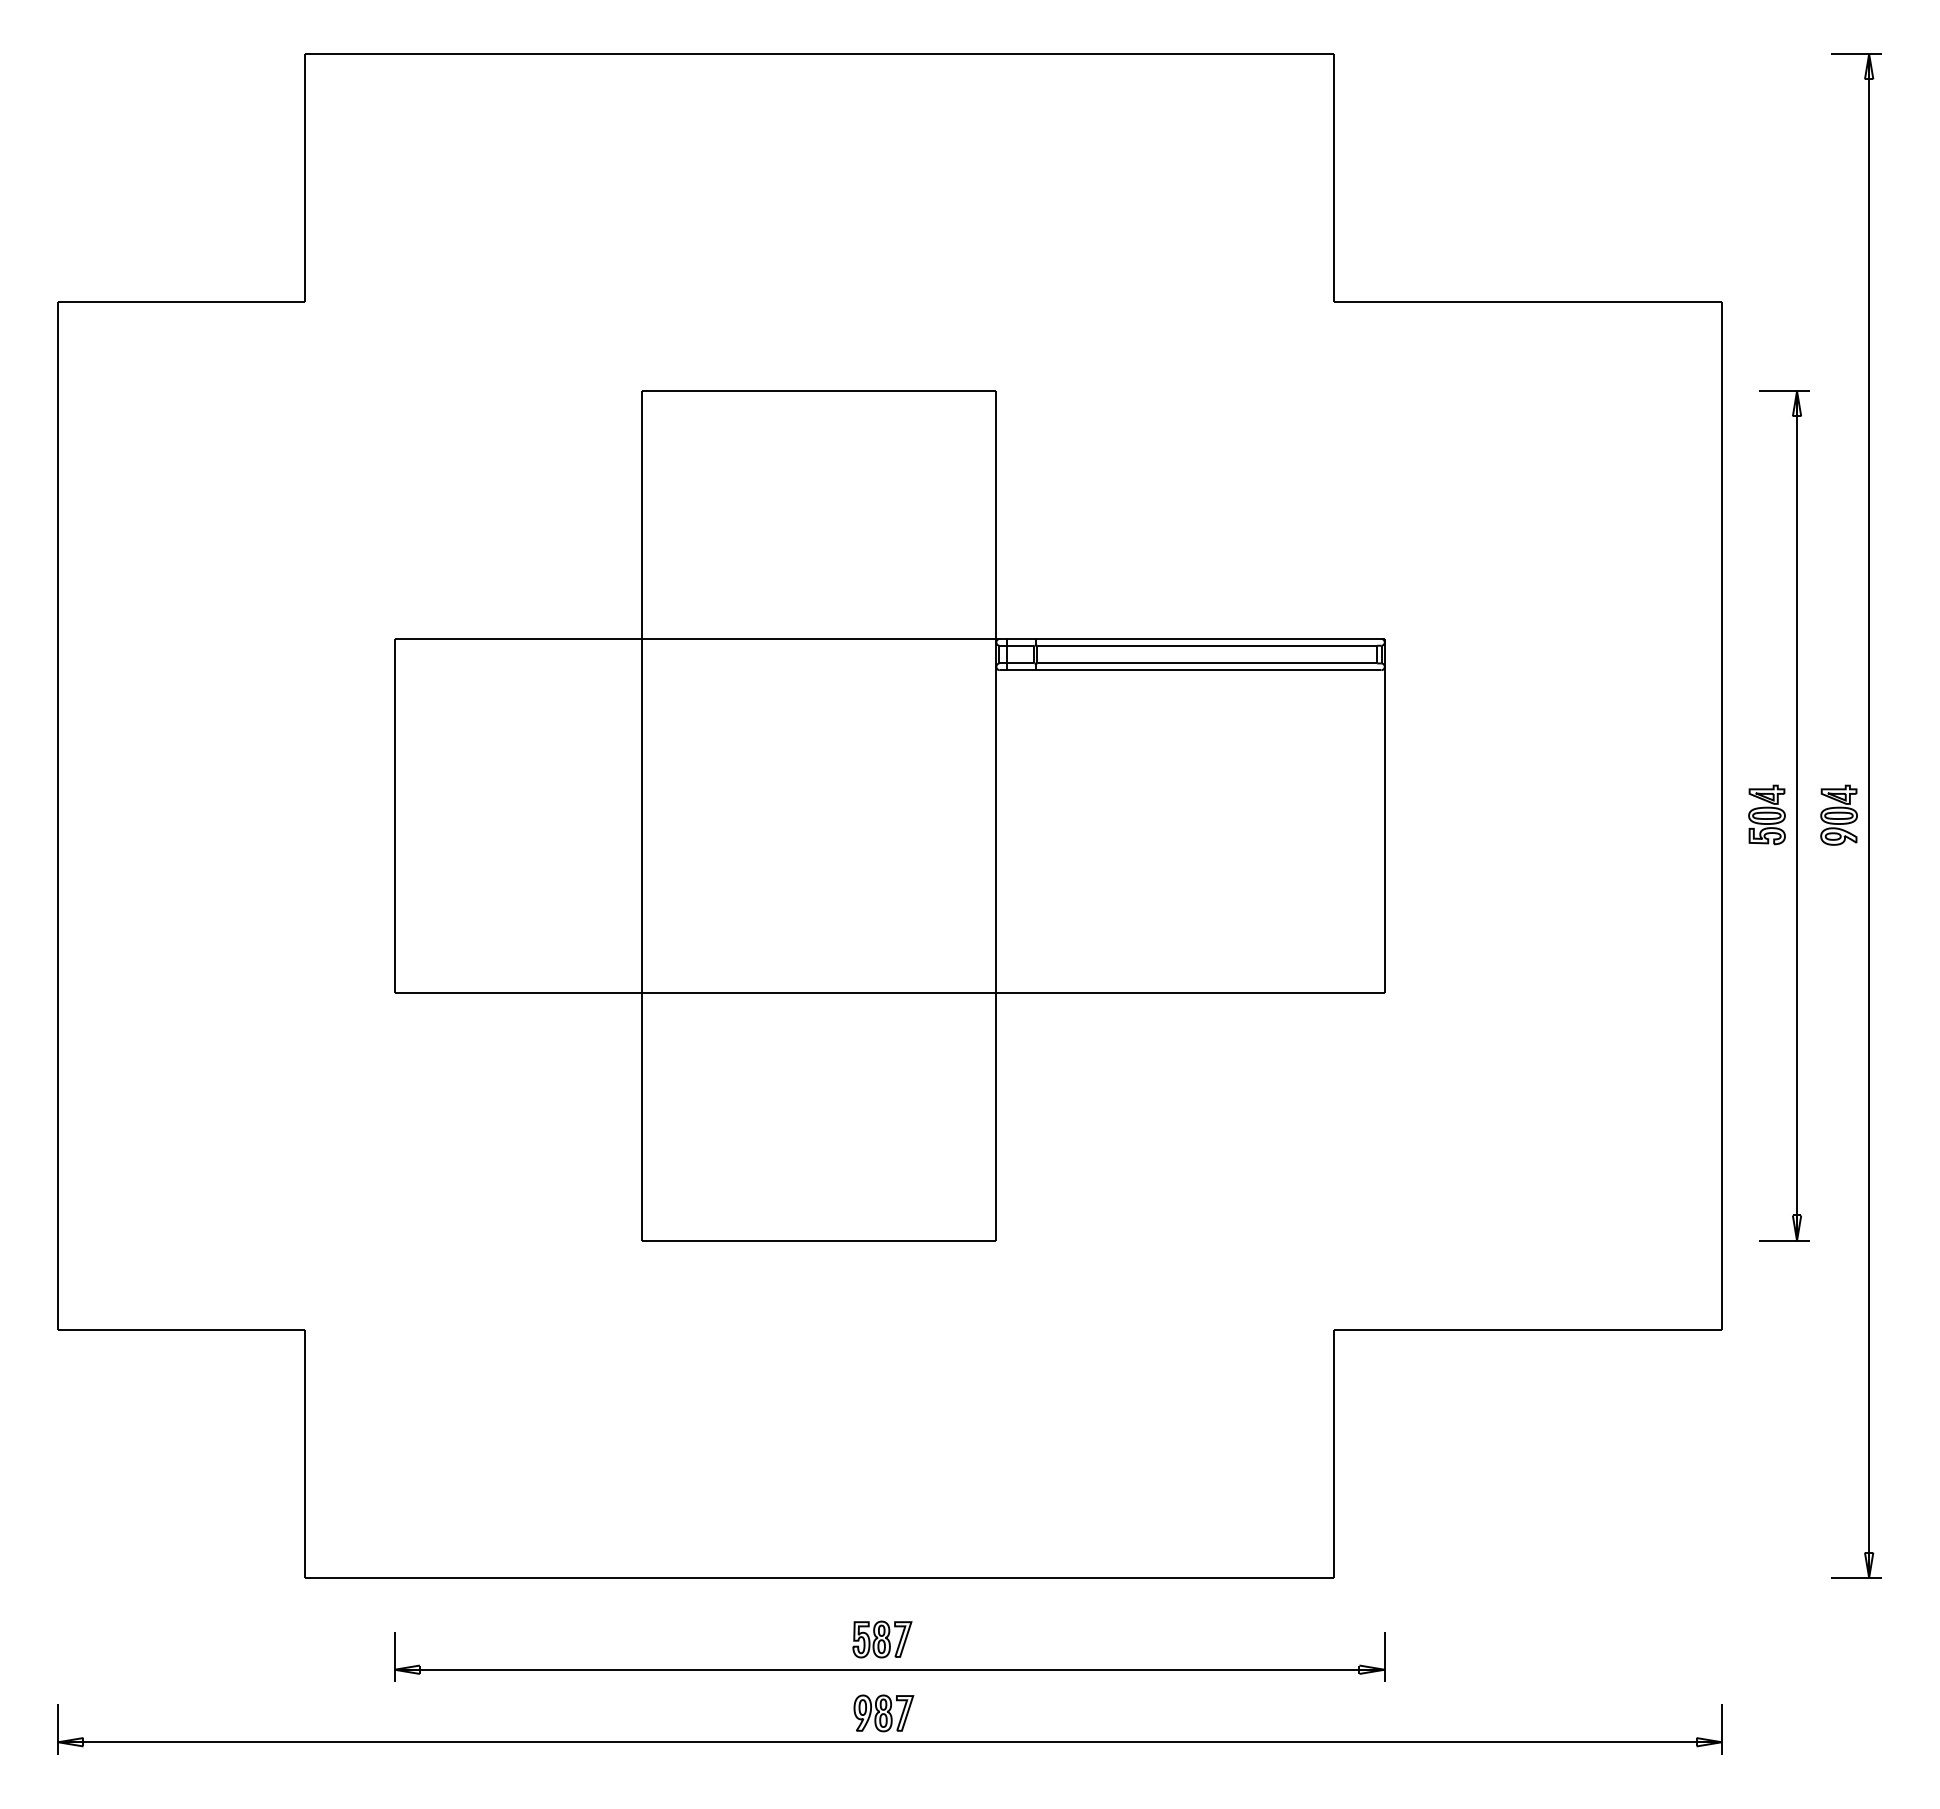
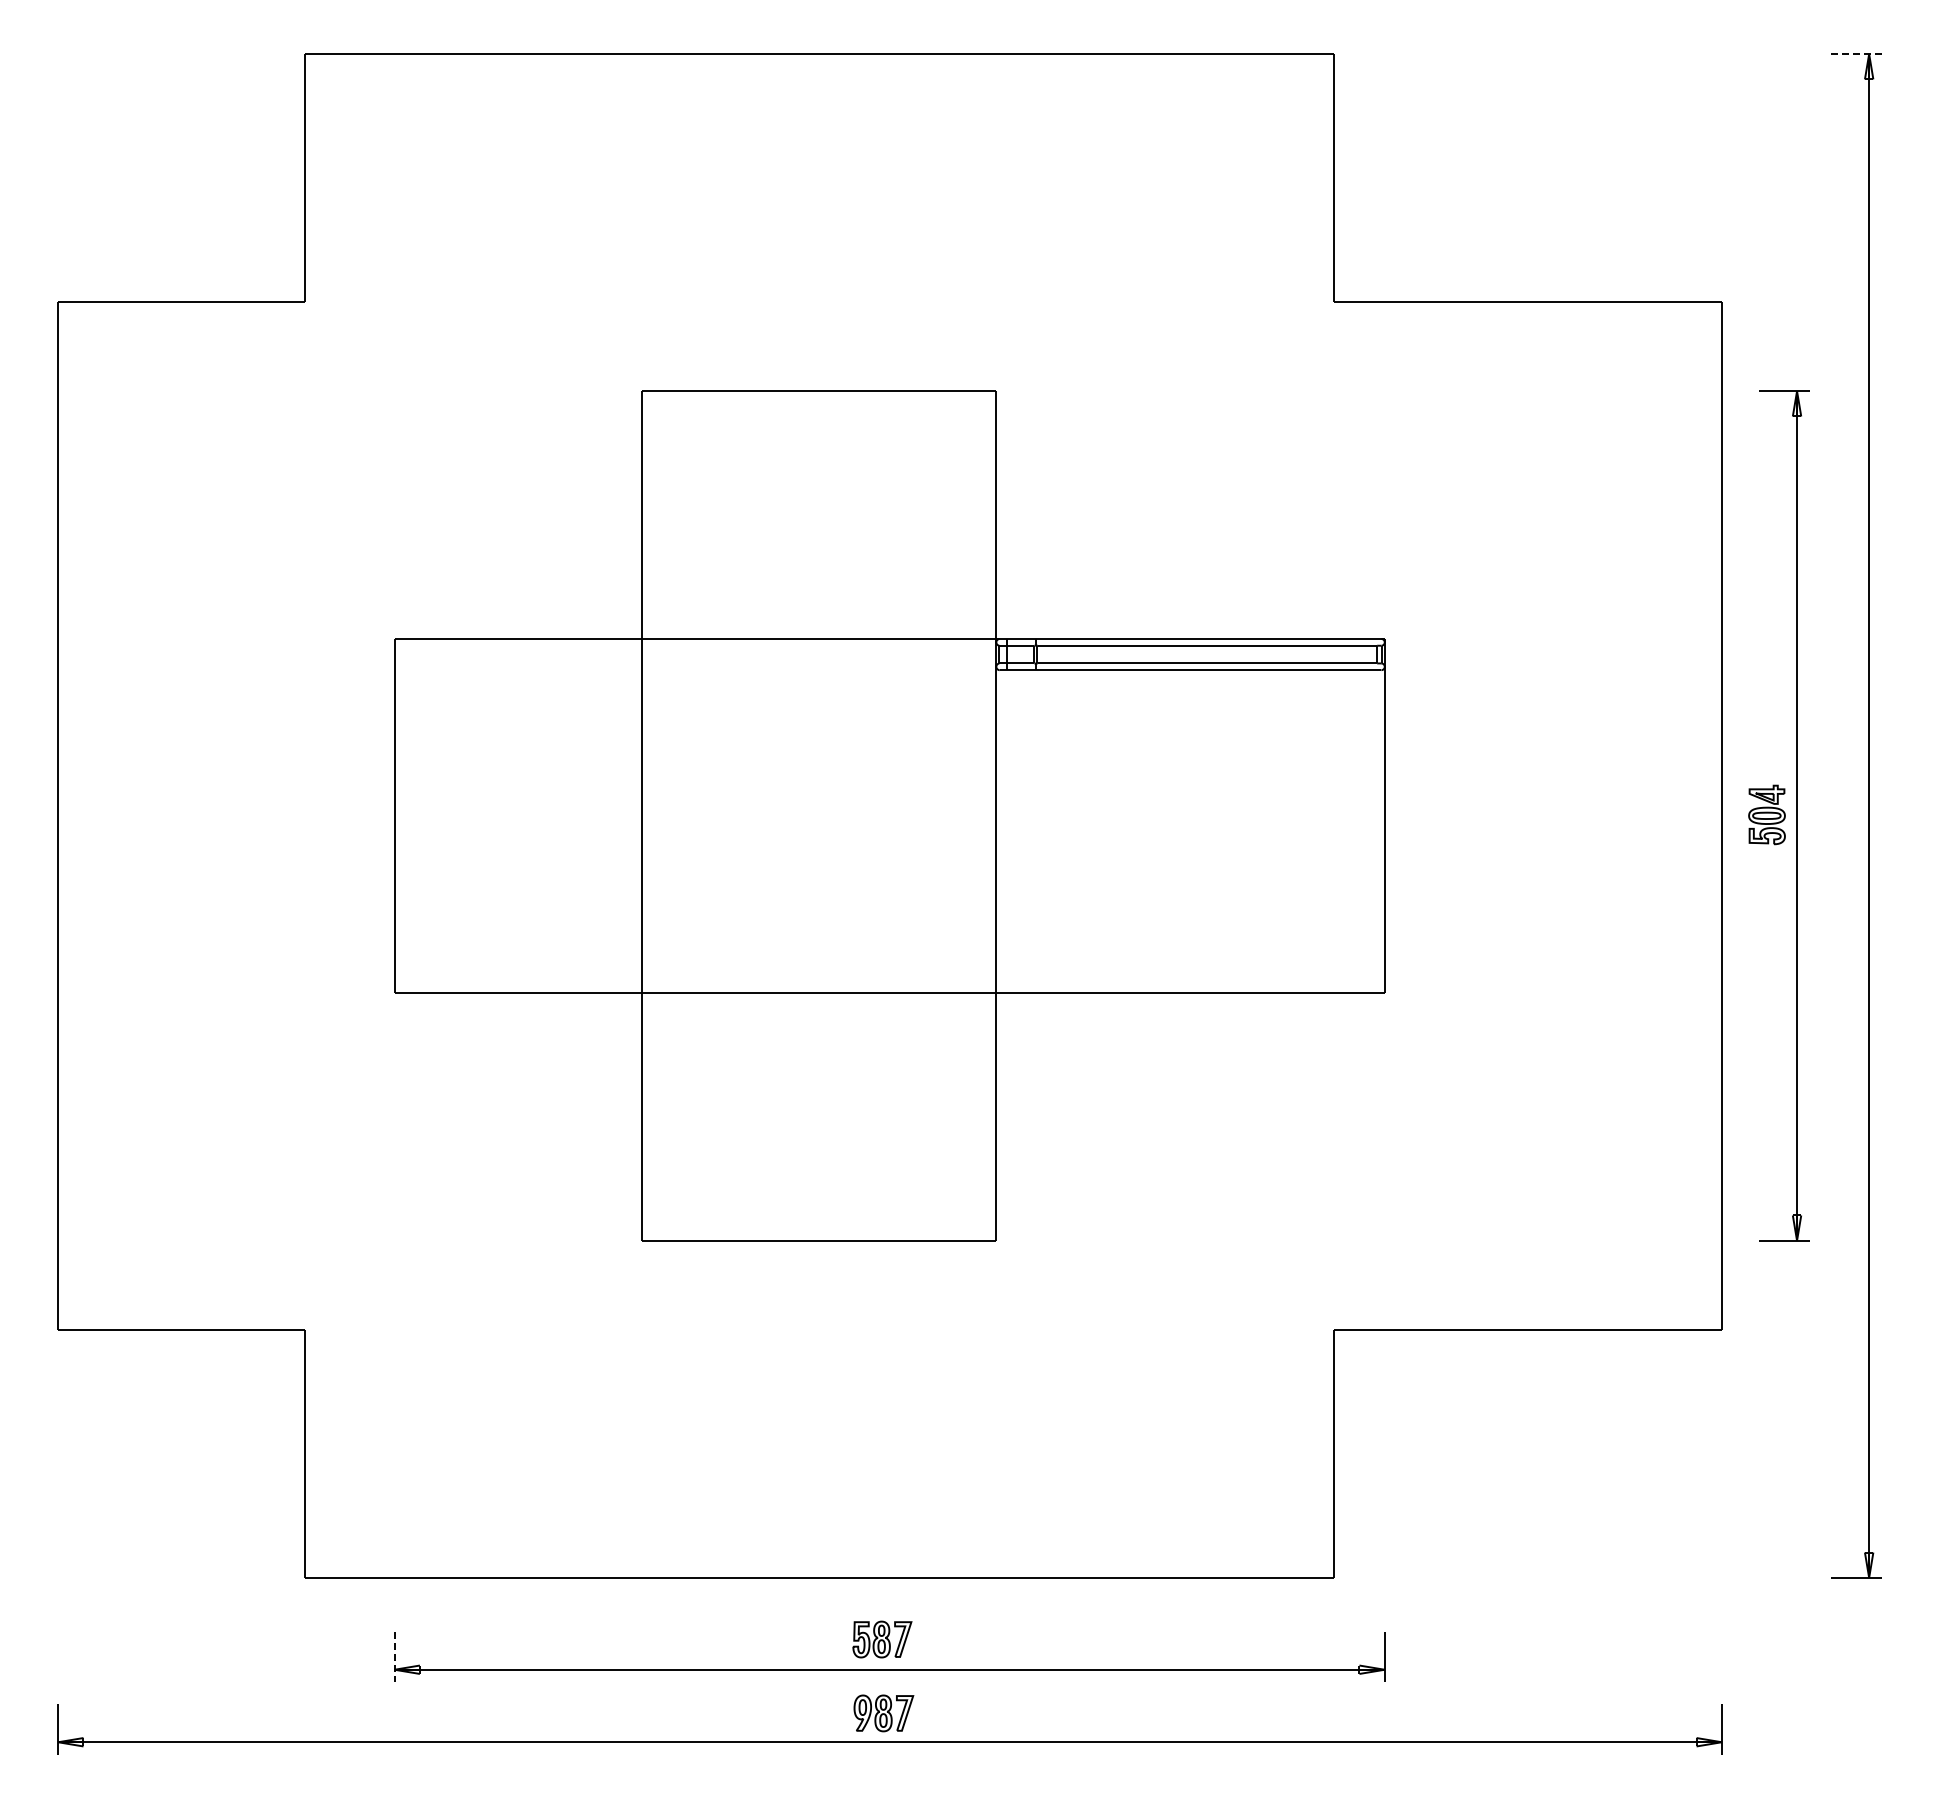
line at (1857, 54): solid -> dashed
part at (1838, 814): present -> none
line at (394, 1657): solid -> dashed
